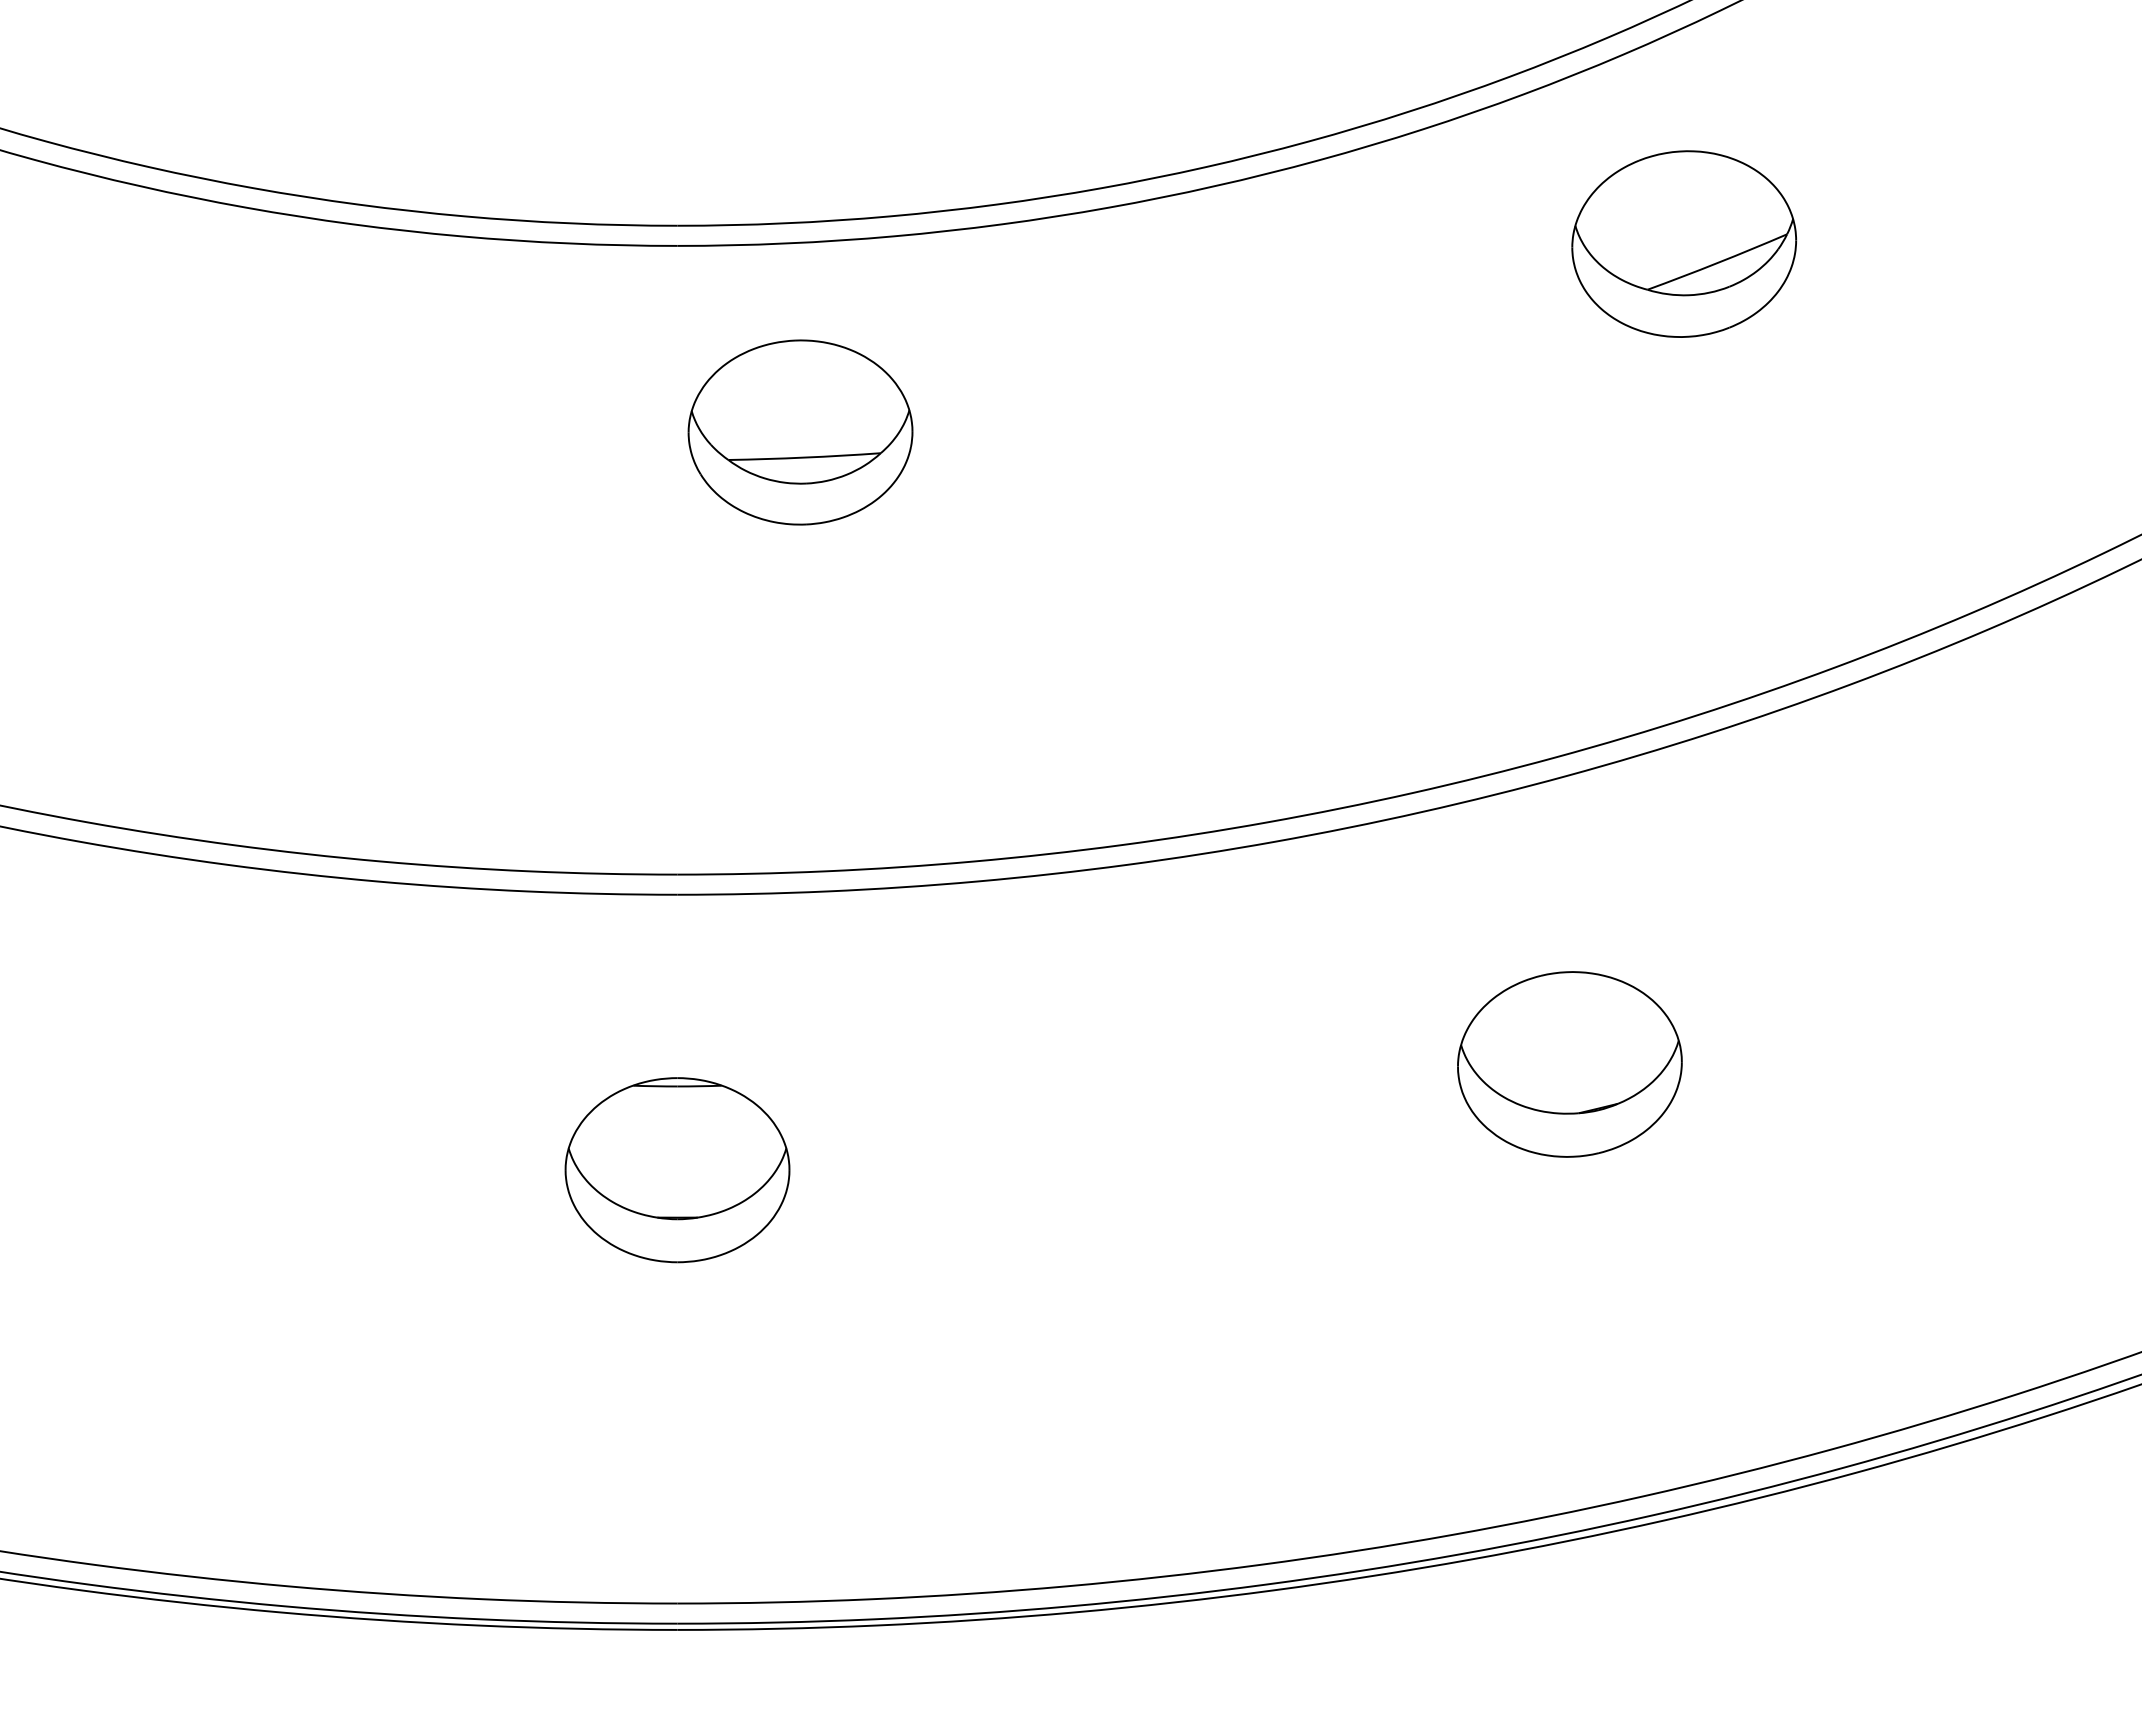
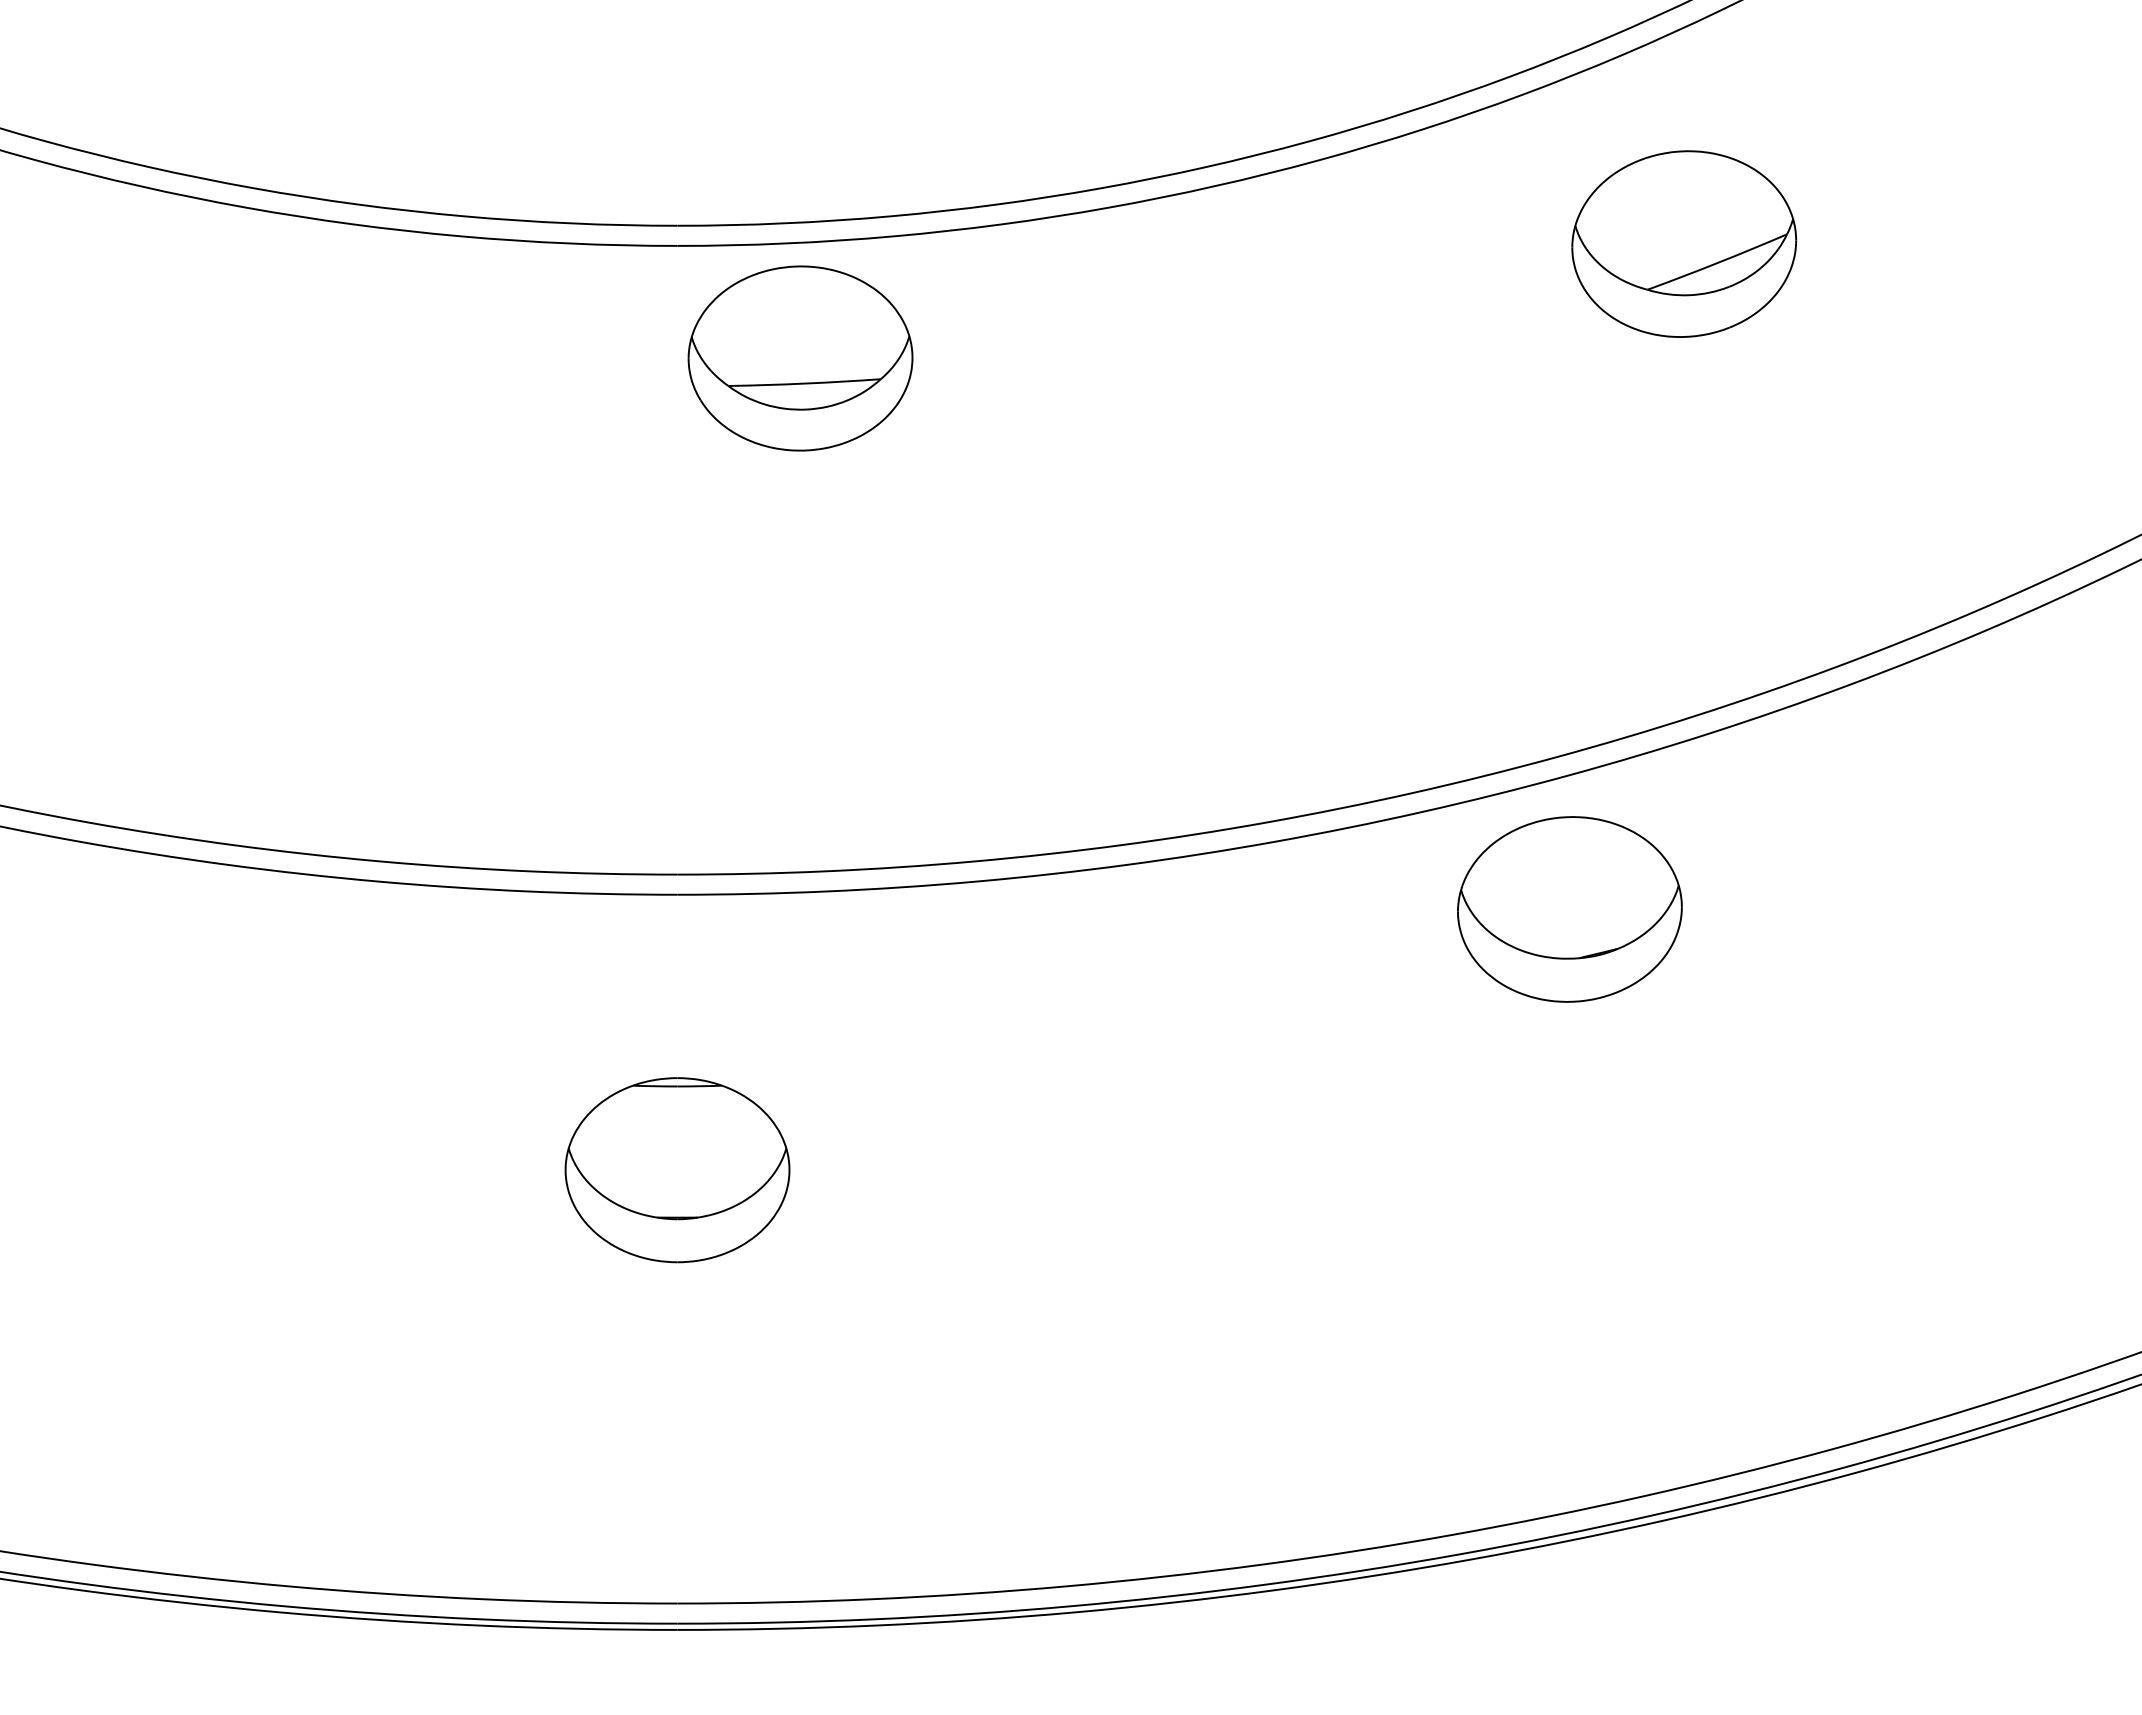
part at (800, 432) position: (800, 432) -> (800, 358)
part at (1569, 1064) position: (1569, 1064) -> (1569, 909)
